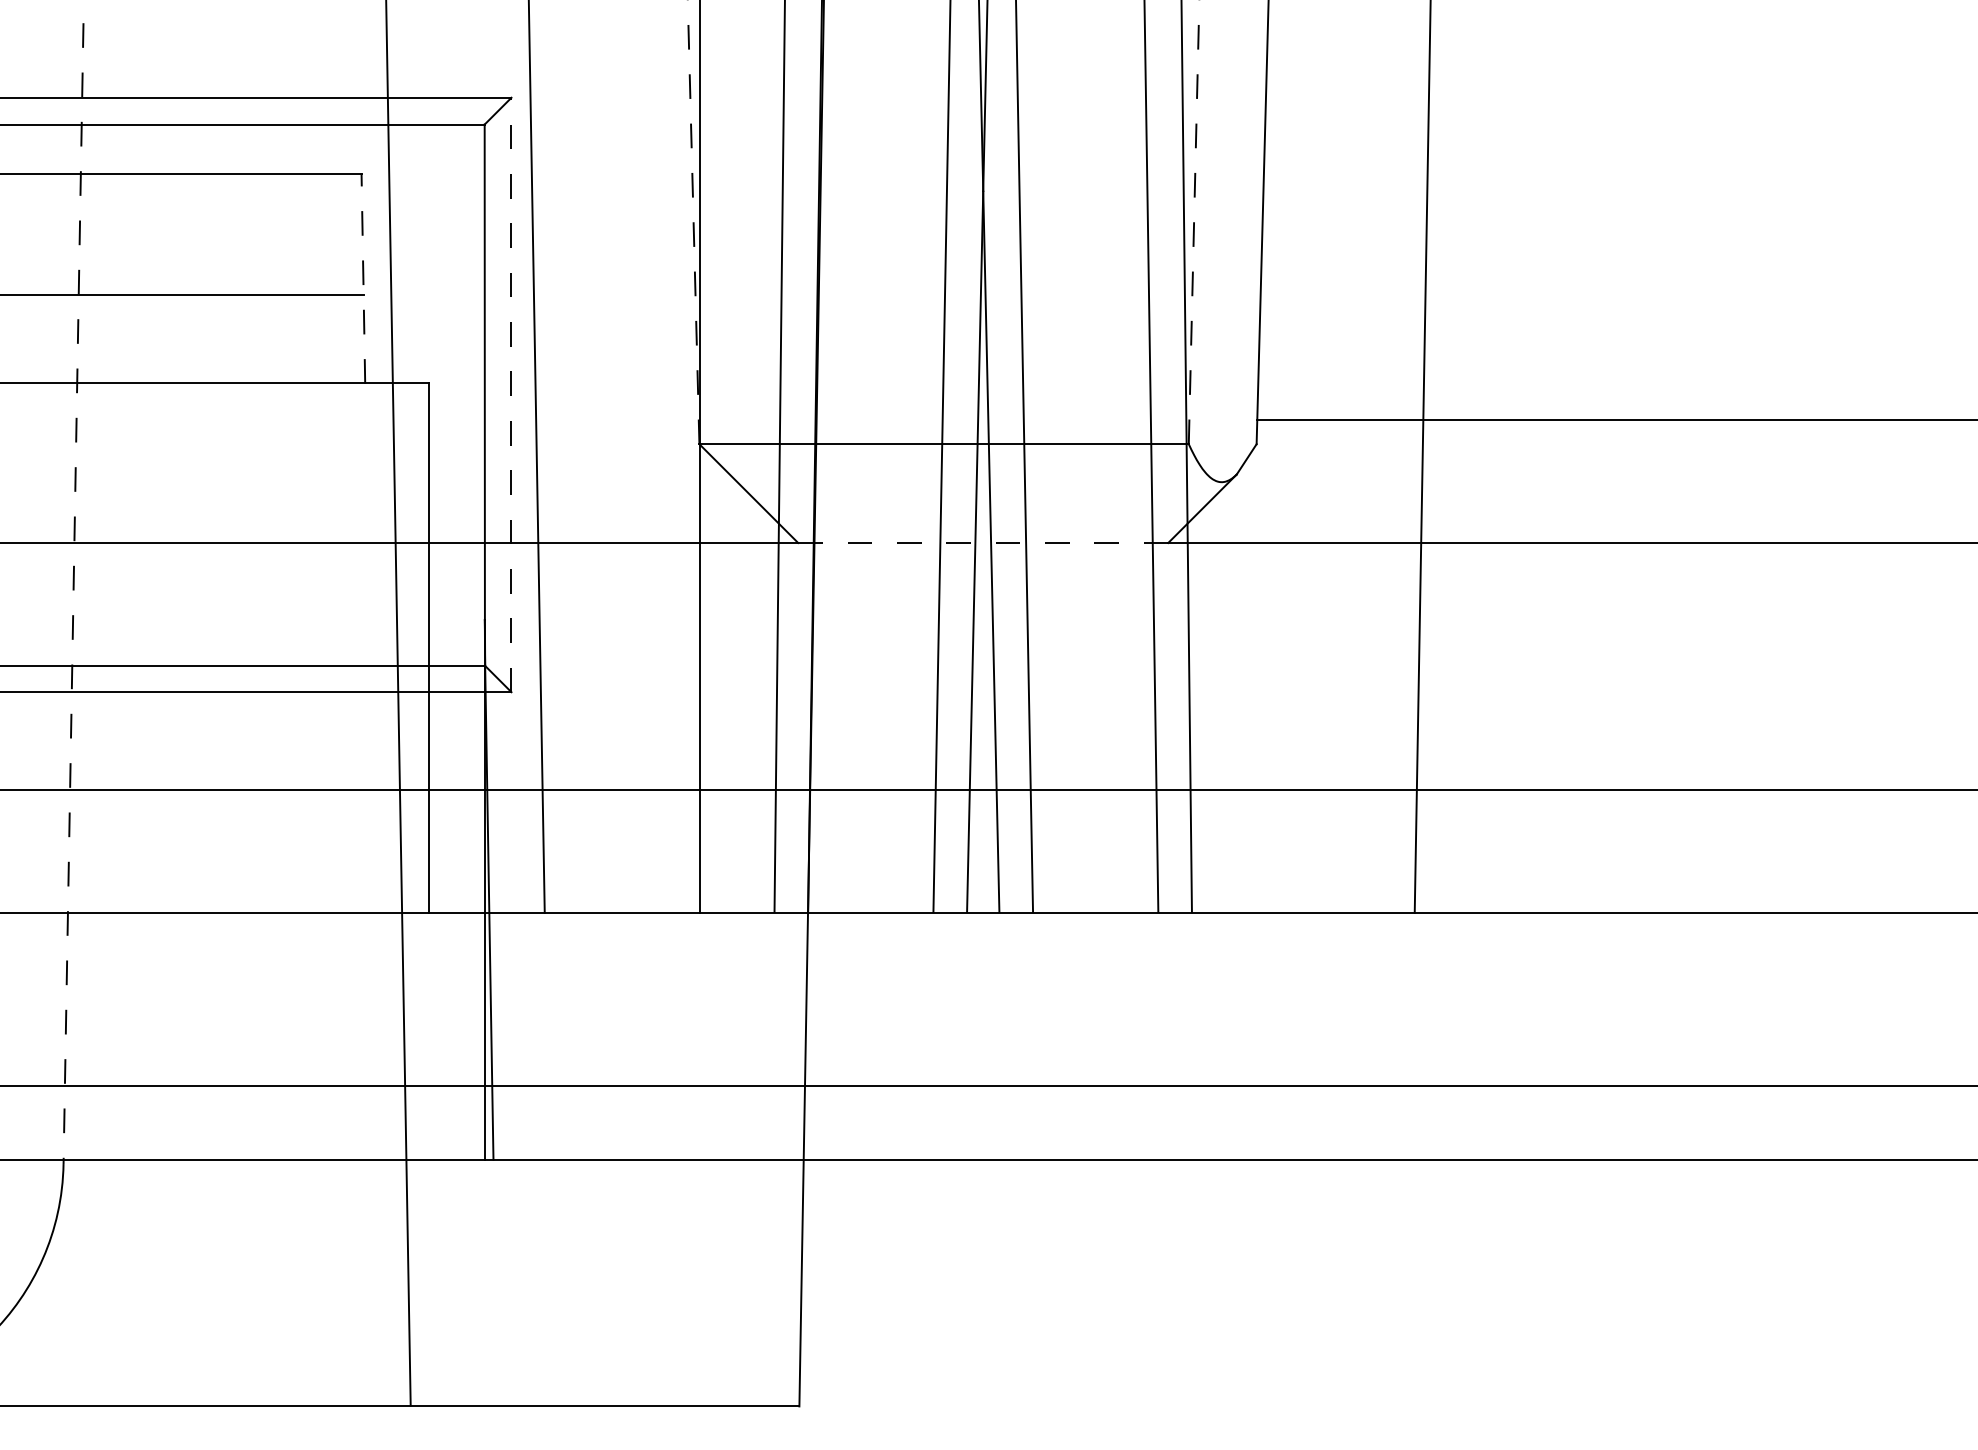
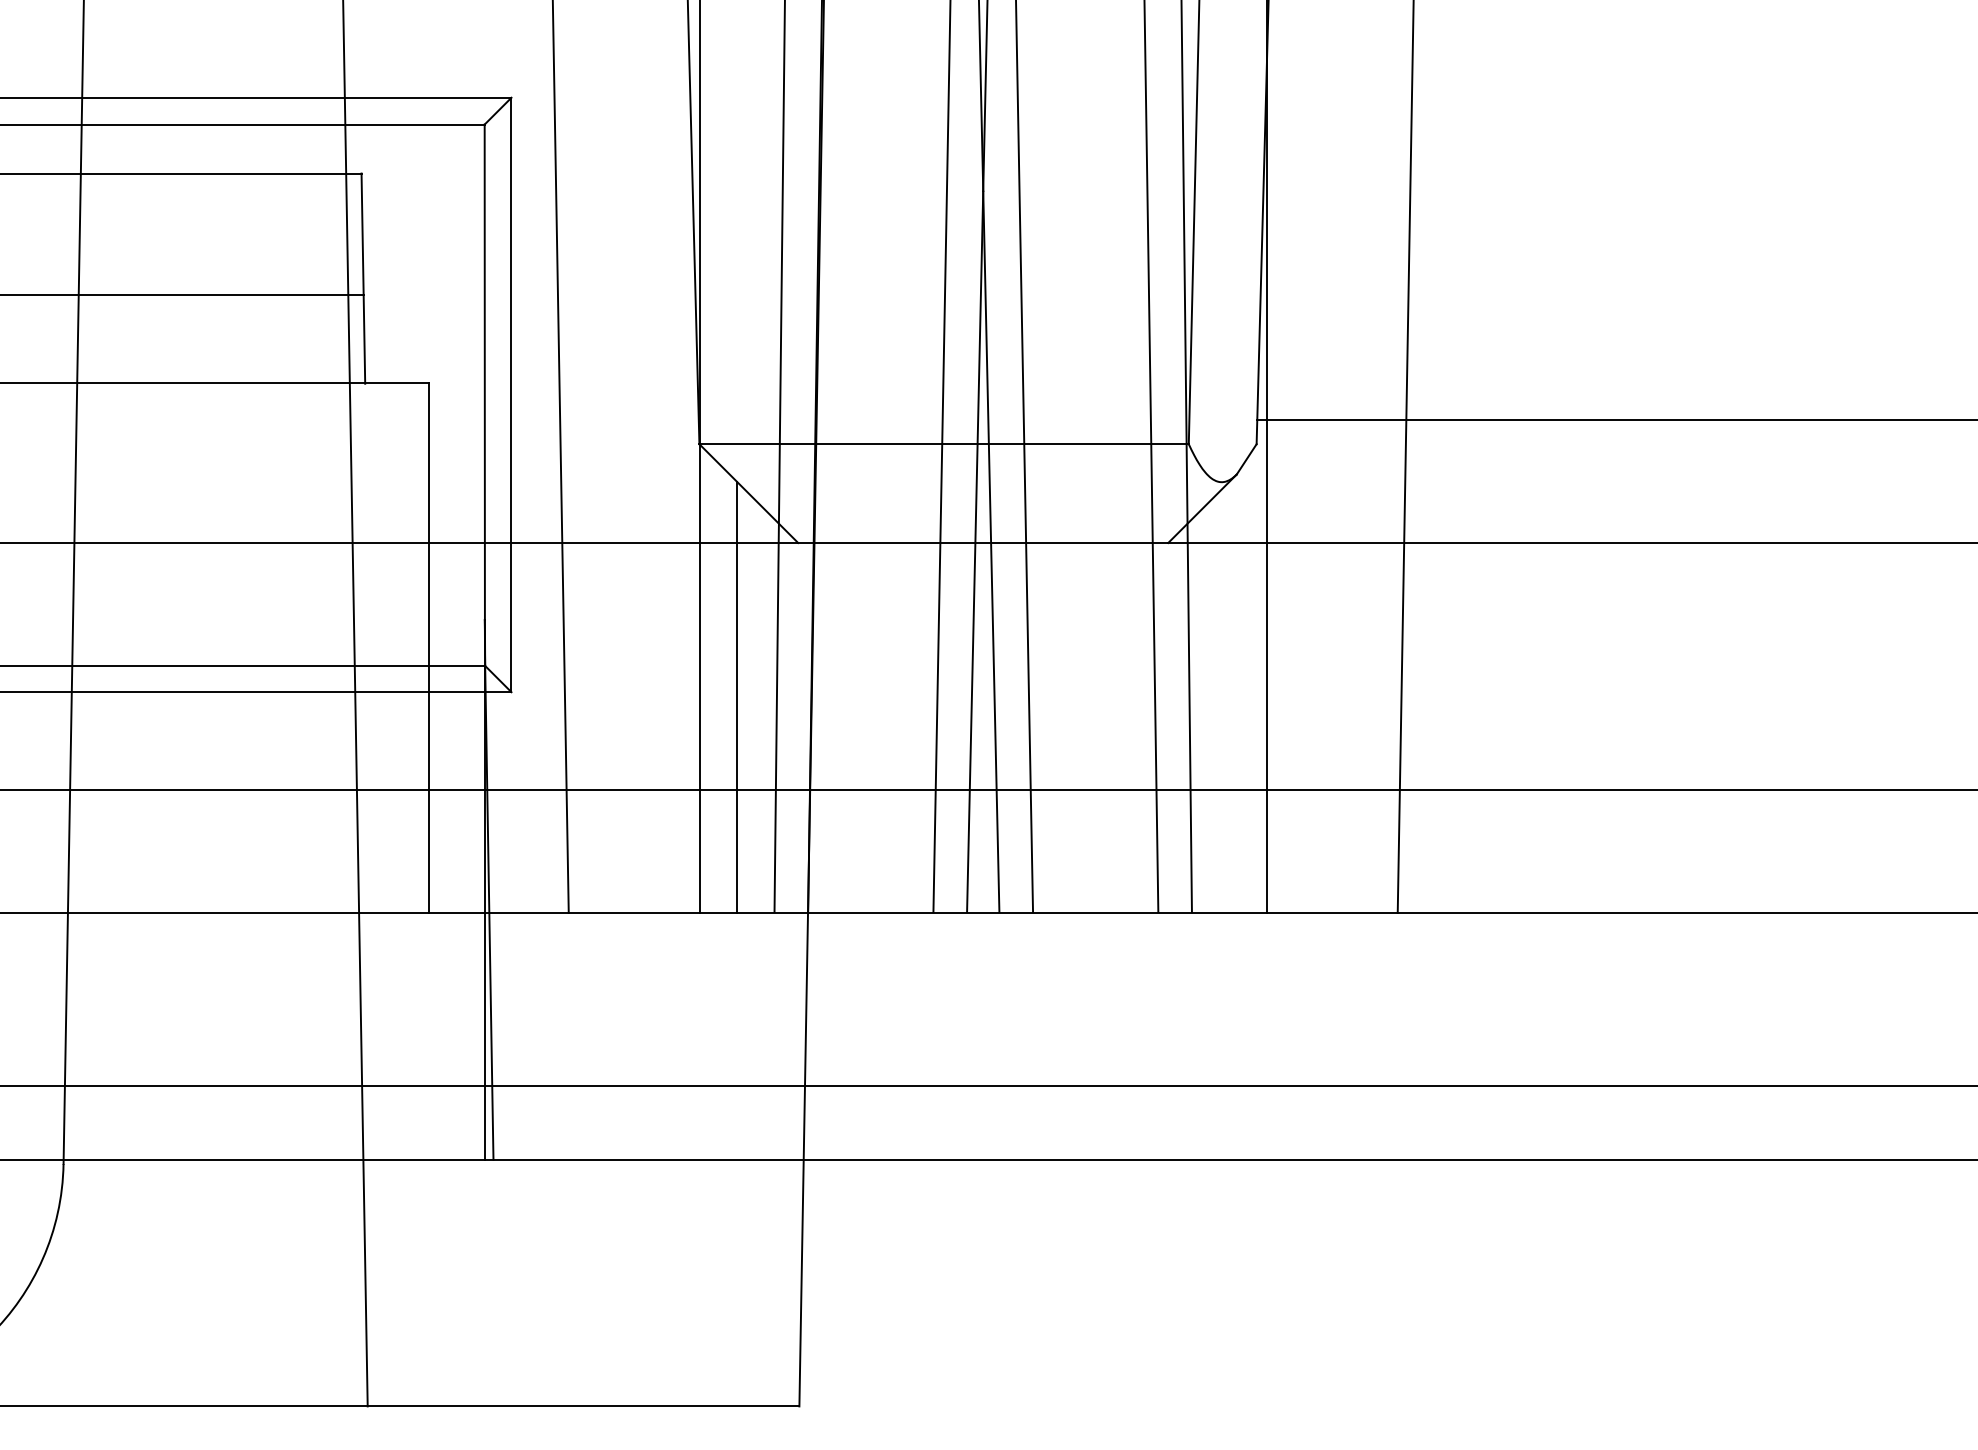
line at (693, 222): dashed -> solid
line at (1194, 222): dashed -> solid
line at (363, 278): dashed -> solid
line at (511, 394): dashed -> solid
line at (536, 457) position: (536, 457) -> (560, 457)
line at (1266, 457): none -> present
line at (1422, 457) position: (1422, 457) -> (1405, 457)
line at (982, 543): dashed -> solid
line at (73, 582): dashed -> solid
line at (737, 697): none -> present
line at (398, 703) position: (398, 703) -> (355, 704)
